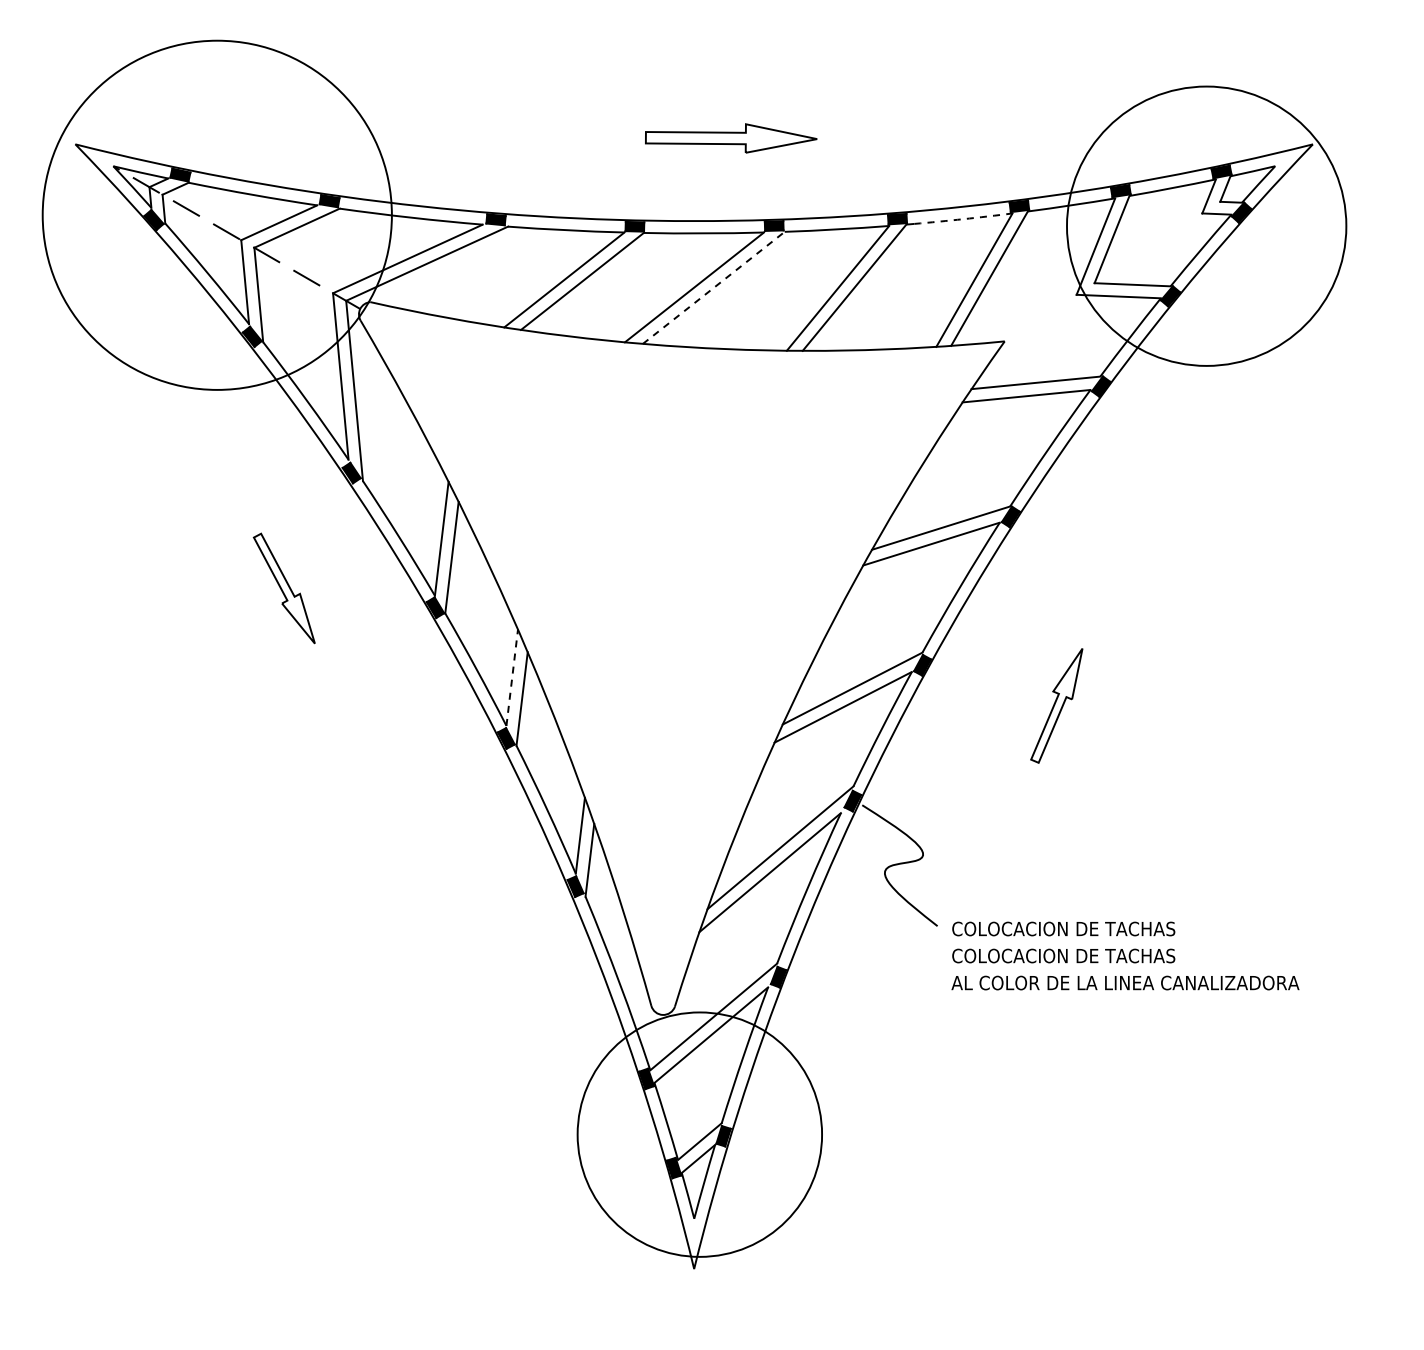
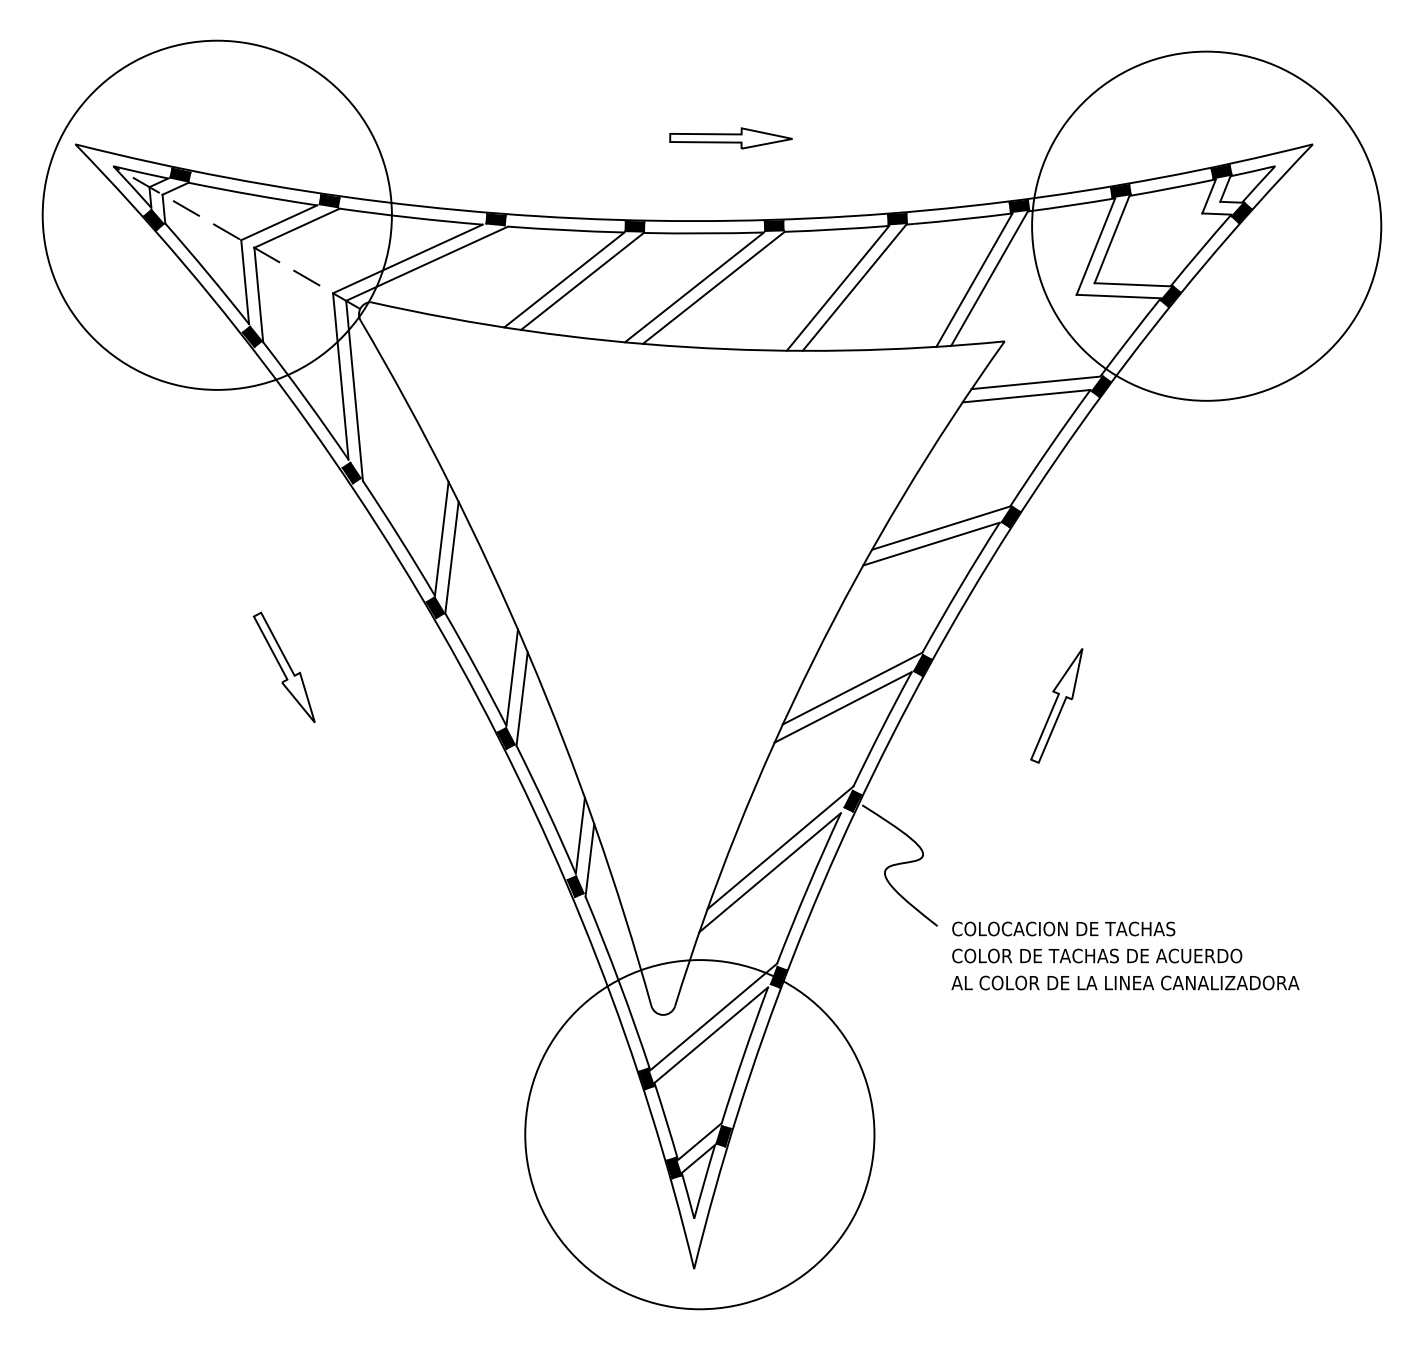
part at (731, 138) size: 173x31 px -> 124x23 px
line at (963, 219): dashed -> solid
circle at (1206, 225) diameter: 279 px -> 349 px
line at (714, 287): dashed -> solid
part at (283, 588) position: (283, 588) -> (283, 667)
line at (512, 677): dashed -> solid
text at (1121, 955): COLOCACION DE TACHAS -> COLOR DE TACHAS DE ACUERDO
circle at (699, 1134) diameter: 244 px -> 349 px
